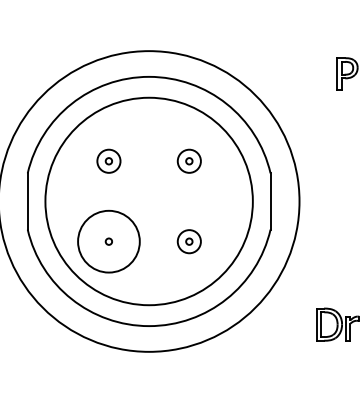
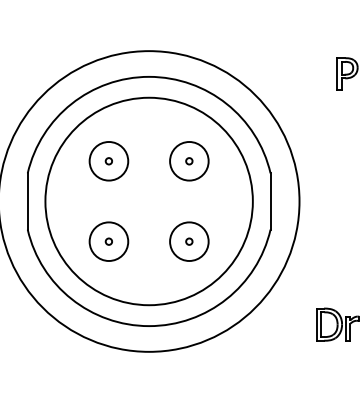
circle at (108, 160) diameter: 23 px -> 39 px
circle at (188, 160) diameter: 23 px -> 39 px
circle at (108, 241) diameter: 62 px -> 39 px
circle at (188, 241) diameter: 23 px -> 39 px
